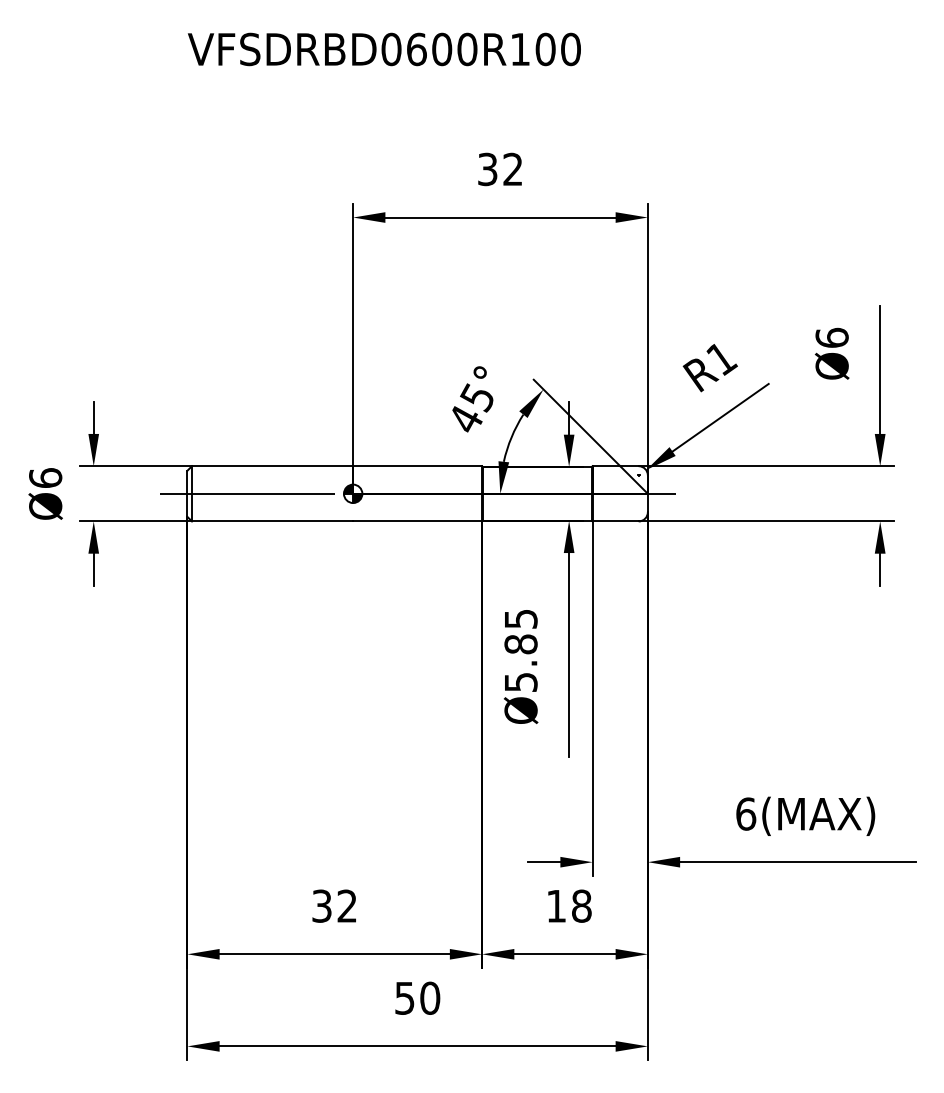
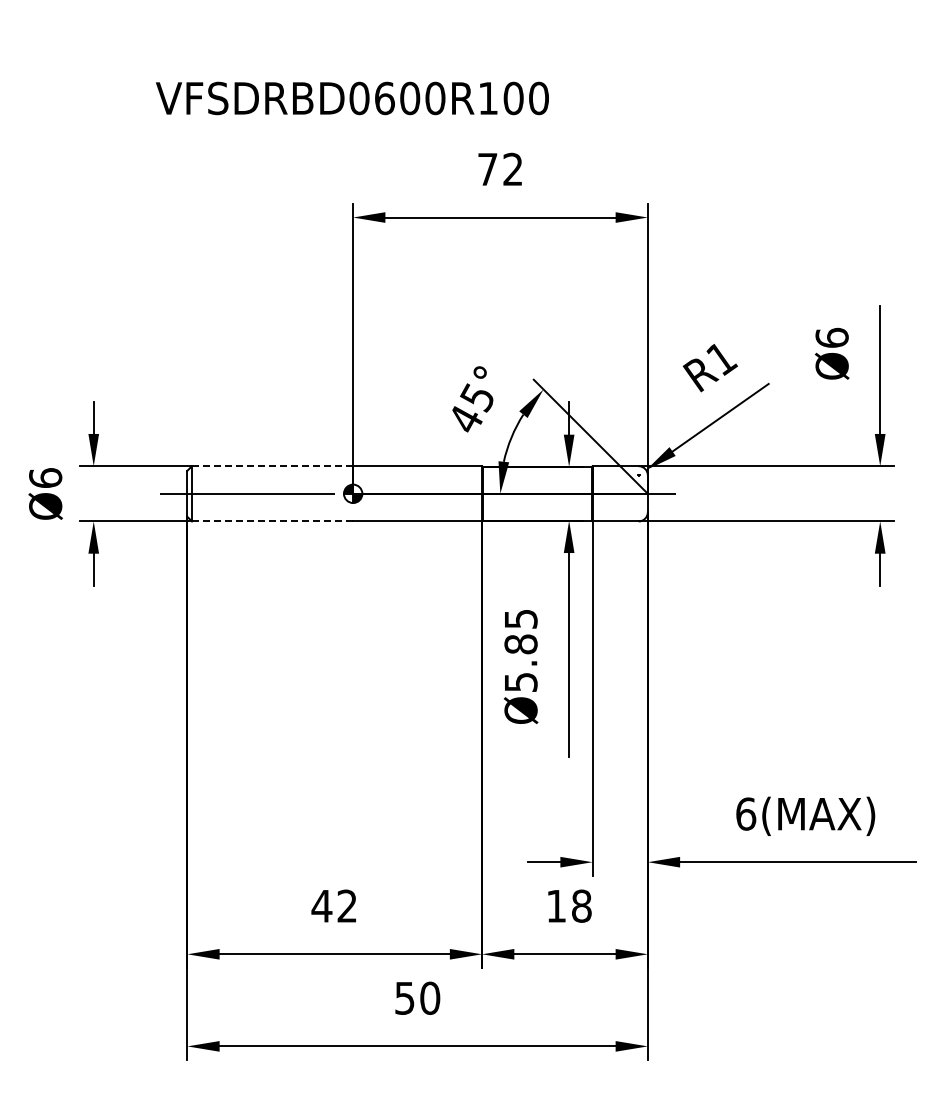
text at (384, 49) position: (384, 49) -> (352, 98)
text at (487, 169): 32 -> 72
line at (272, 466): solid -> dashed
line at (272, 521): solid -> dashed
text at (321, 905): 32 -> 42
